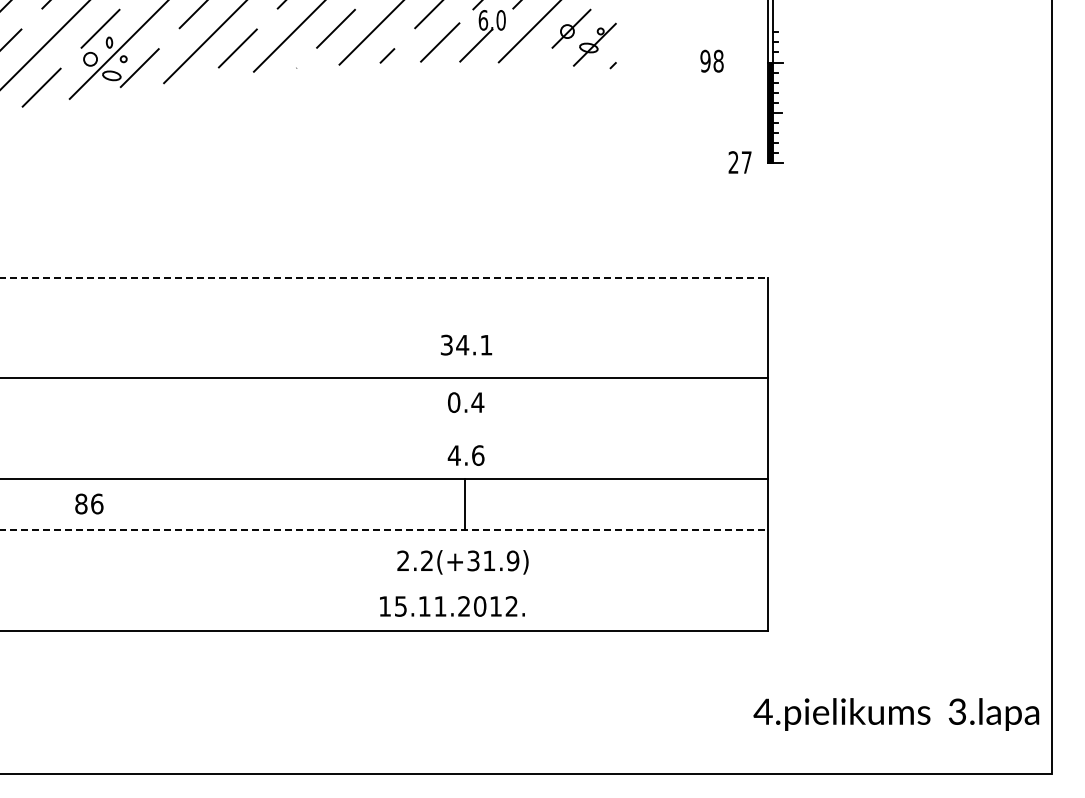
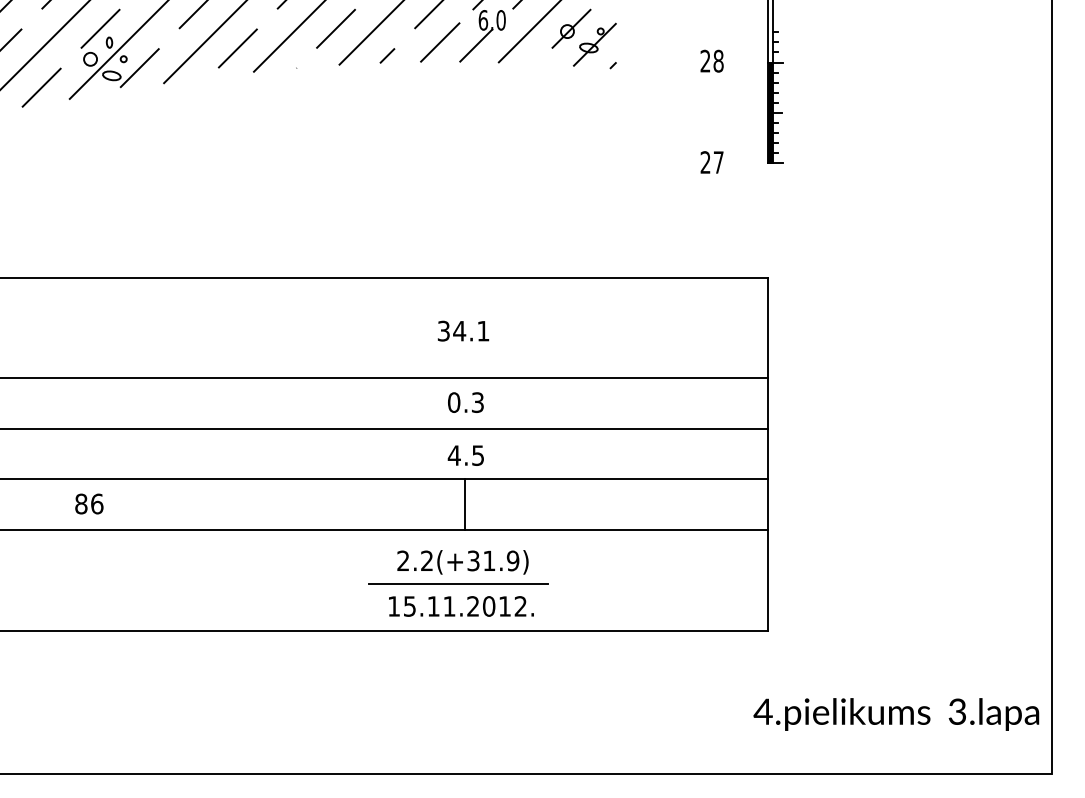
text at (705, 61): 98 -> 28
text at (739, 162) position: (739, 162) -> (711, 162)
line at (384, 277): dashed -> solid
text at (466, 344) position: (466, 344) -> (463, 330)
text at (477, 402): 0.4 -> 0.3
line at (384, 428): none -> present
text at (478, 455): 4.6 -> 4.5
line at (384, 529): dashed -> solid
line at (458, 583): none -> present
text at (452, 606) position: (452, 606) -> (461, 606)
